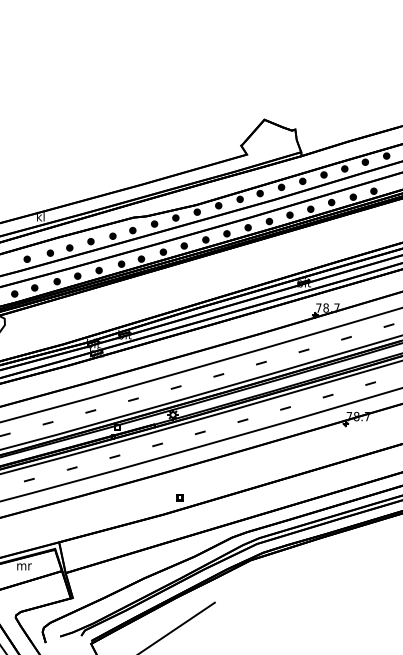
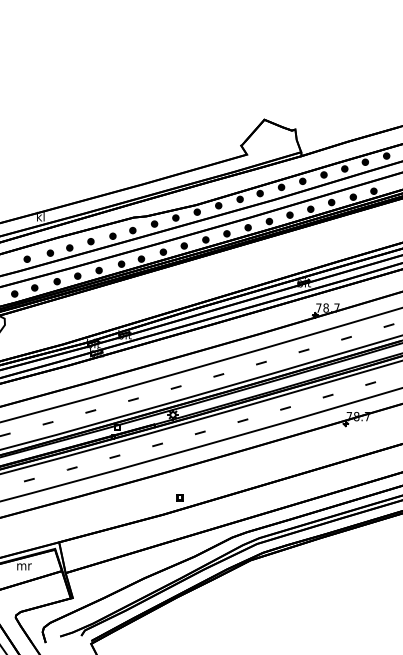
line at (177, 626): present -> none
